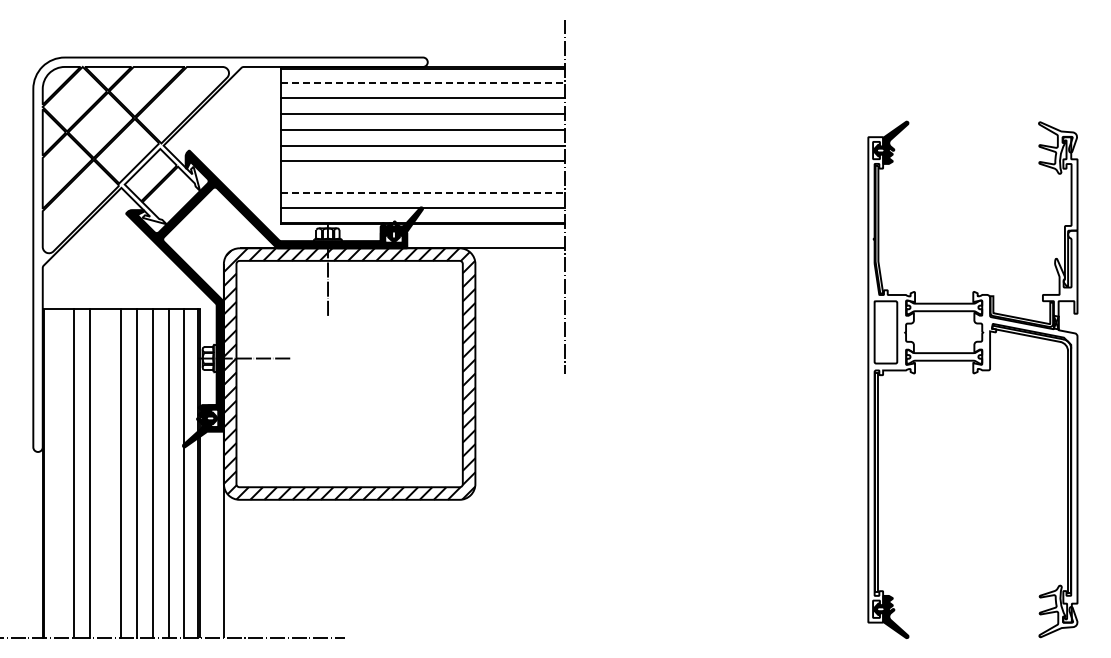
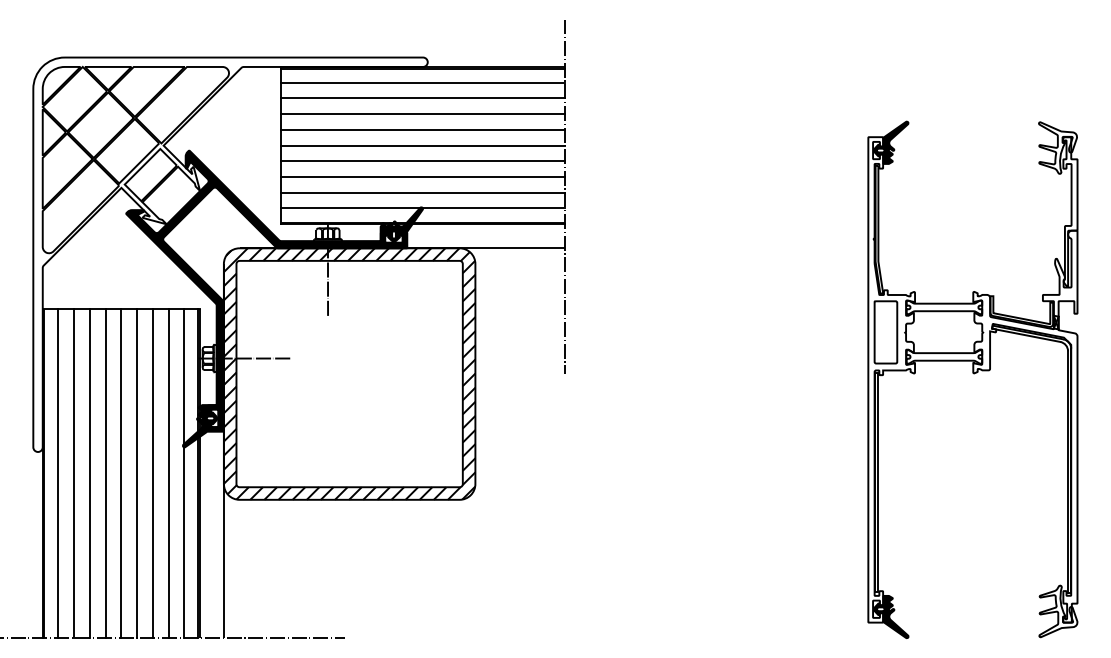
line at (423, 82): dashed -> solid
line at (422, 177): none -> present
line at (423, 192): dashed -> solid
line at (58, 473): none -> present
line at (105, 473): none -> present
